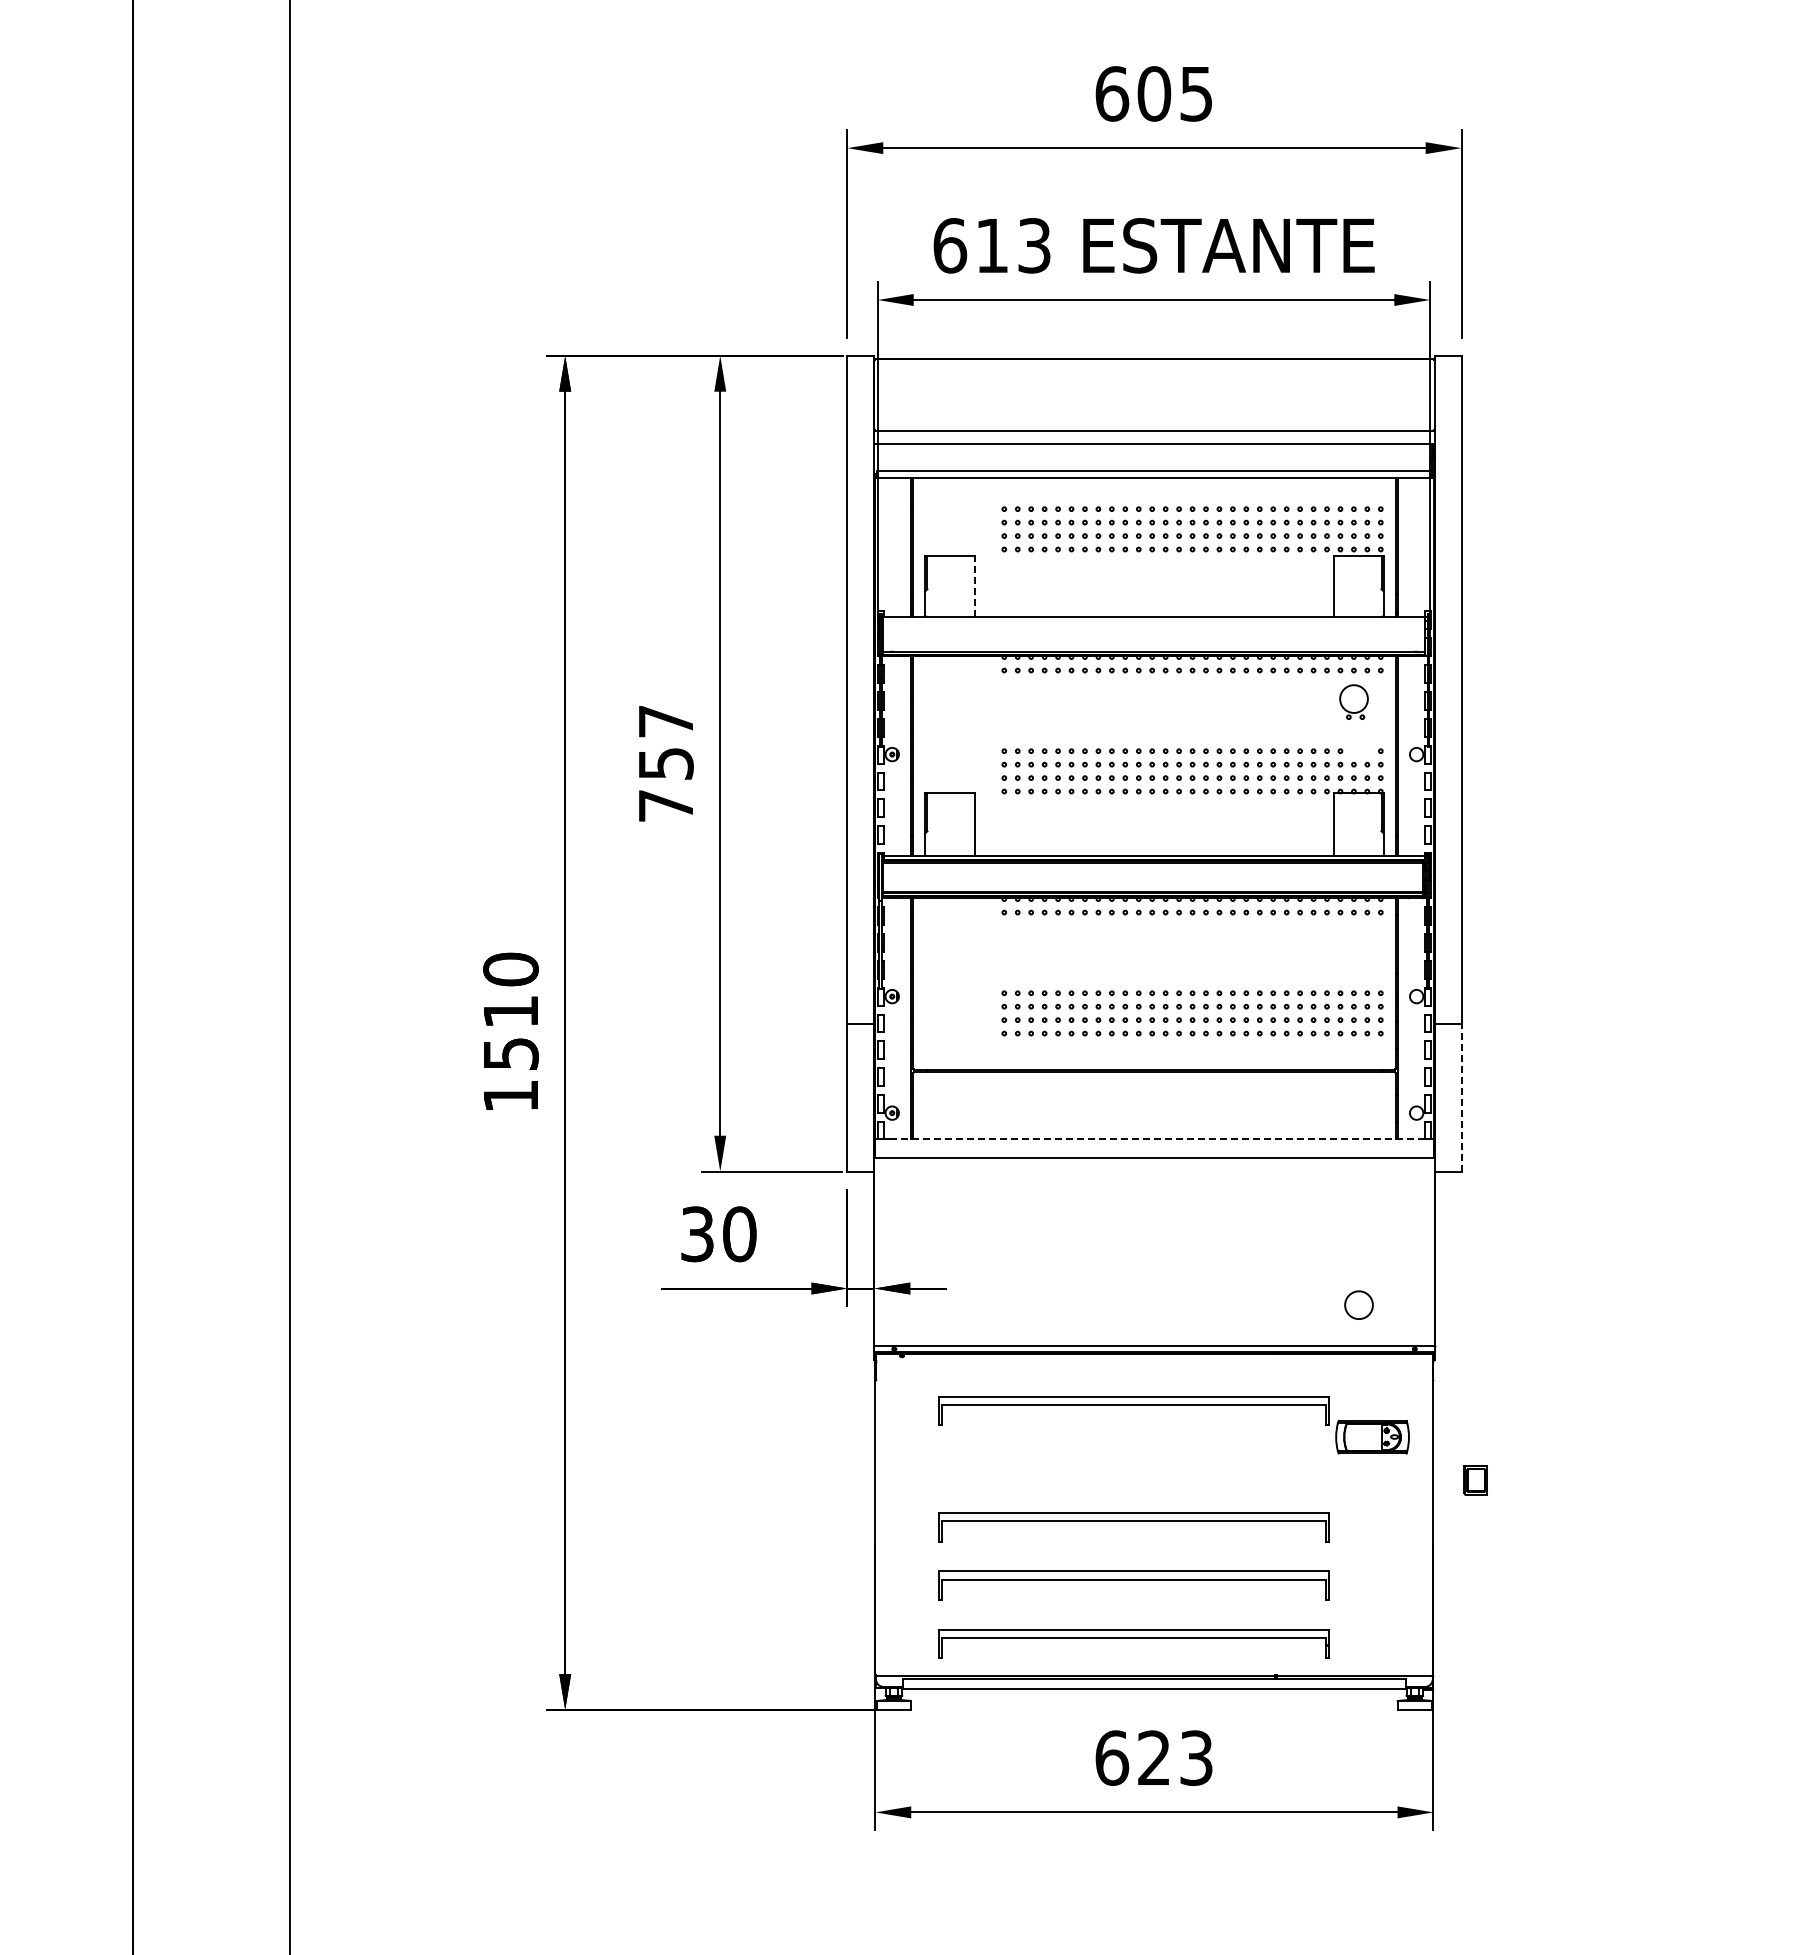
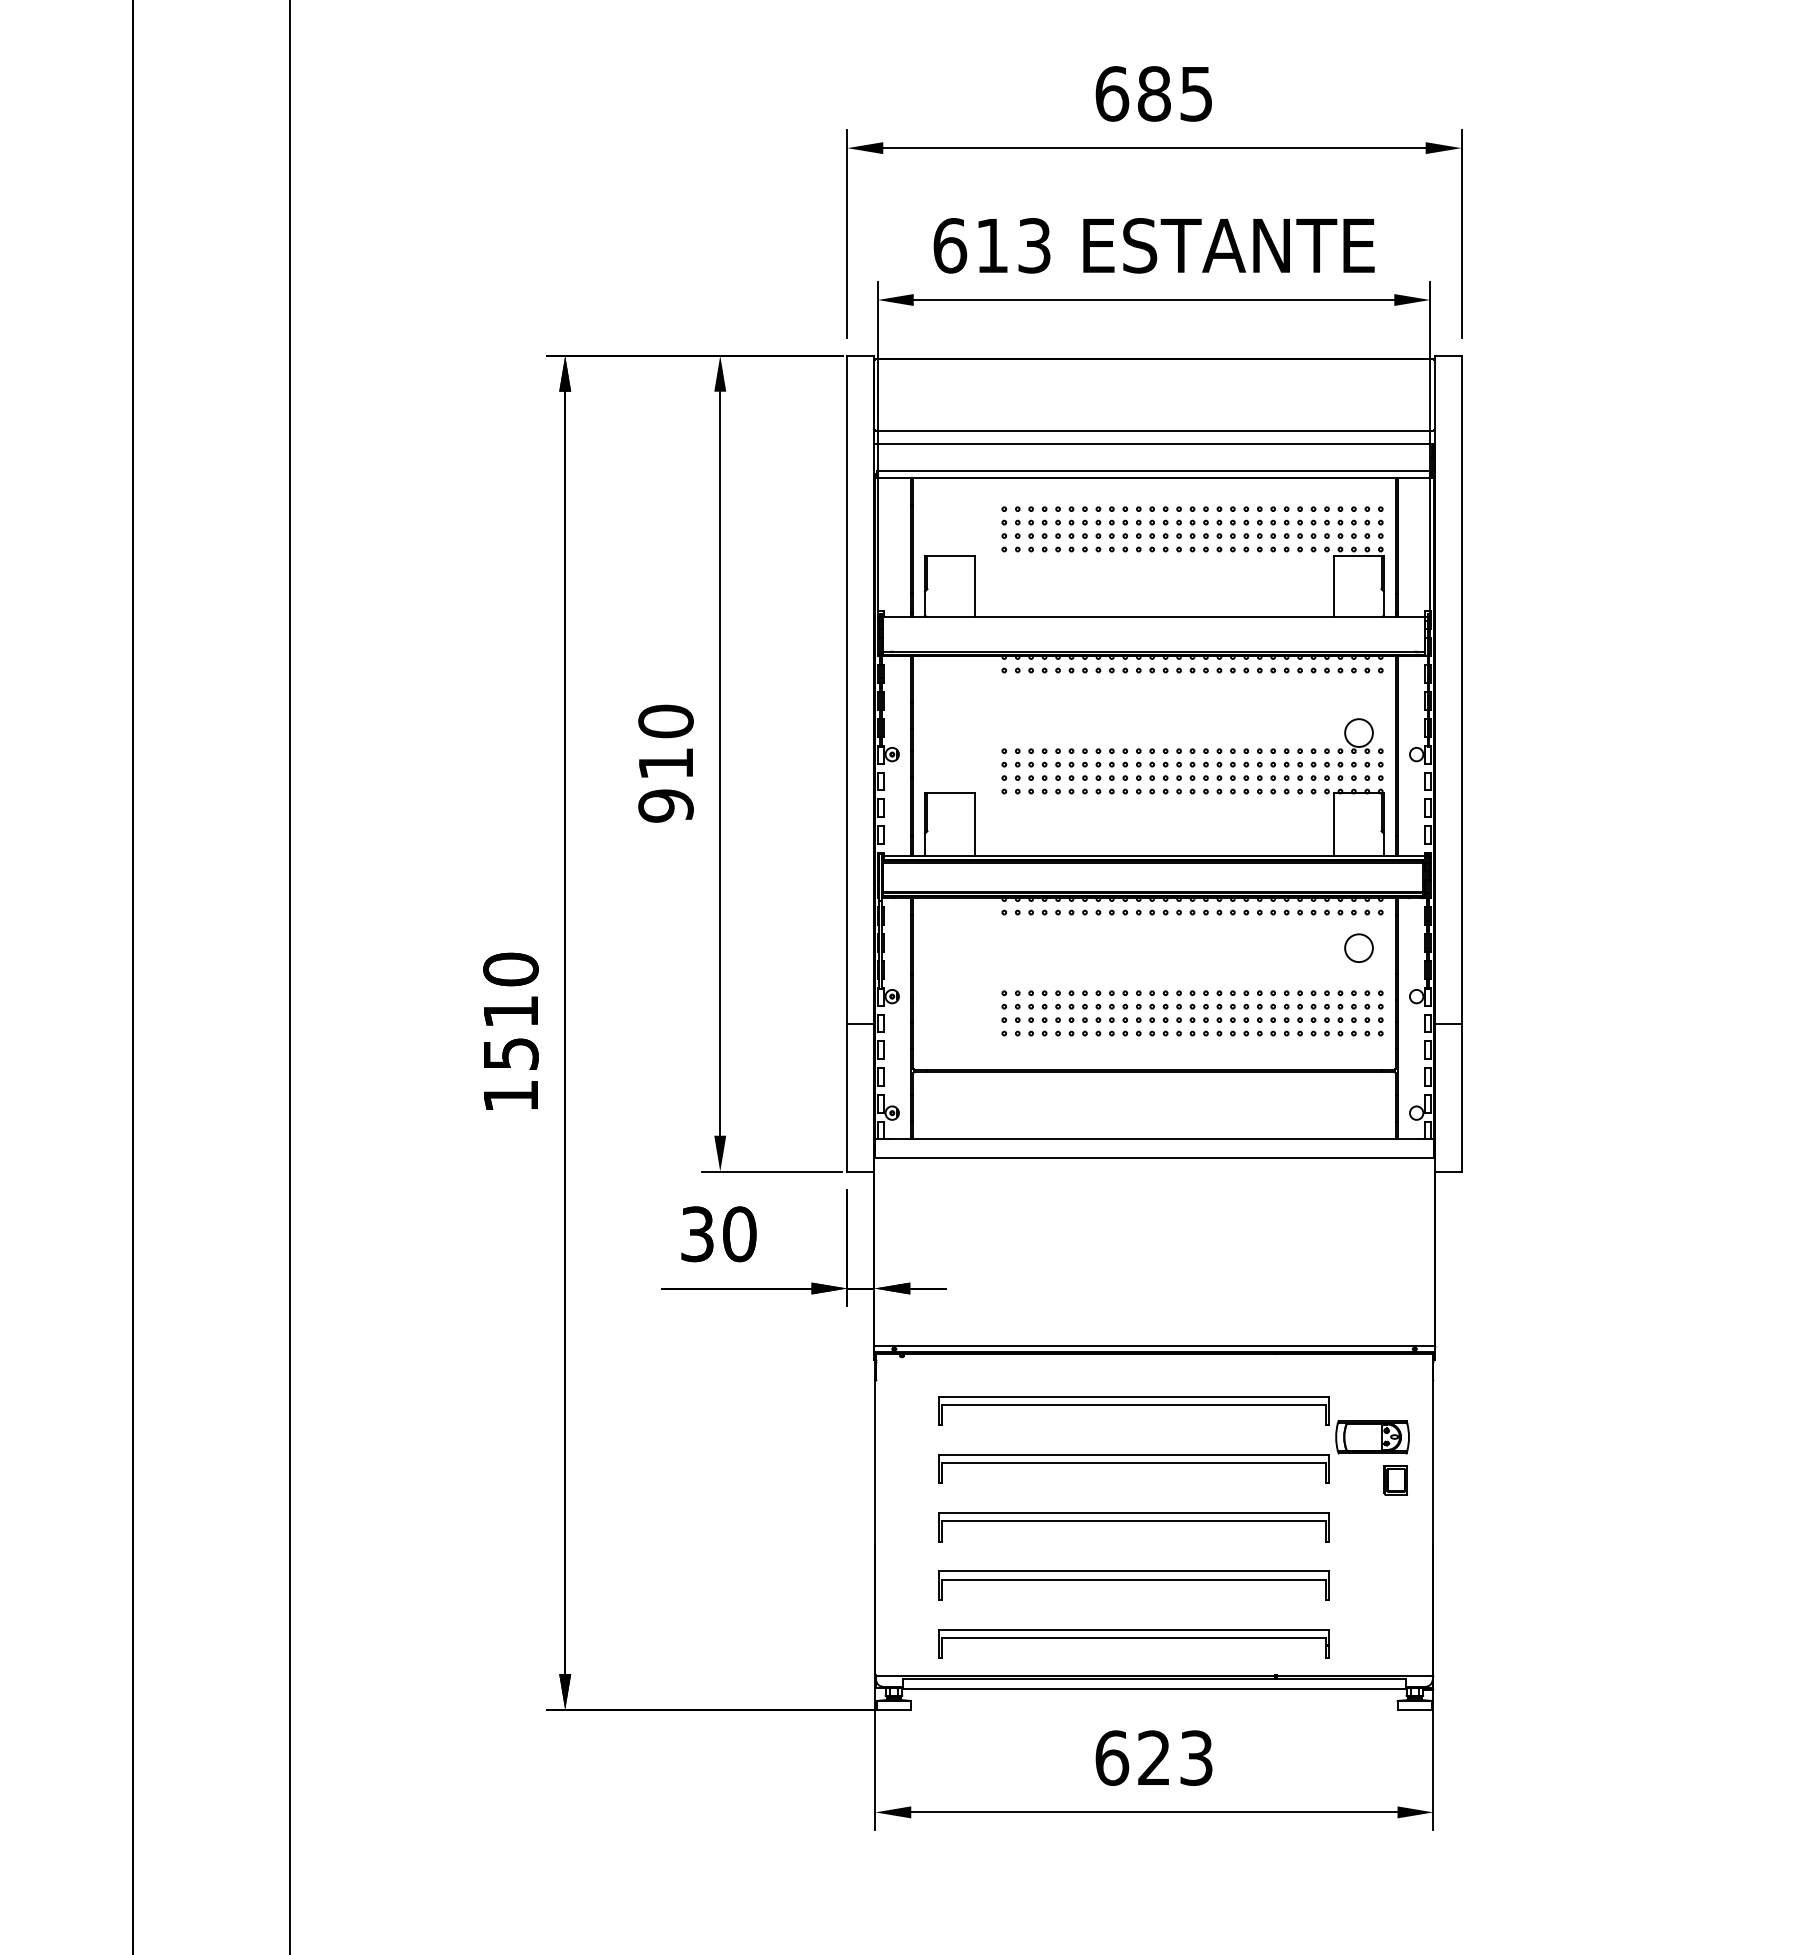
text at (1154, 93): 605 -> 685
line at (974, 585): dashed -> solid
part at (1353, 701) position: (1353, 701) -> (1358, 735)
text at (665, 763): 757 -> 910
line at (1461, 1097): dashed -> solid
line at (1154, 1138): dashed -> solid
circle at (1358, 1304) position: (1358, 1304) -> (1358, 947)
part at (1133, 1468): none -> present
part at (1475, 1480) position: (1475, 1480) -> (1395, 1480)
